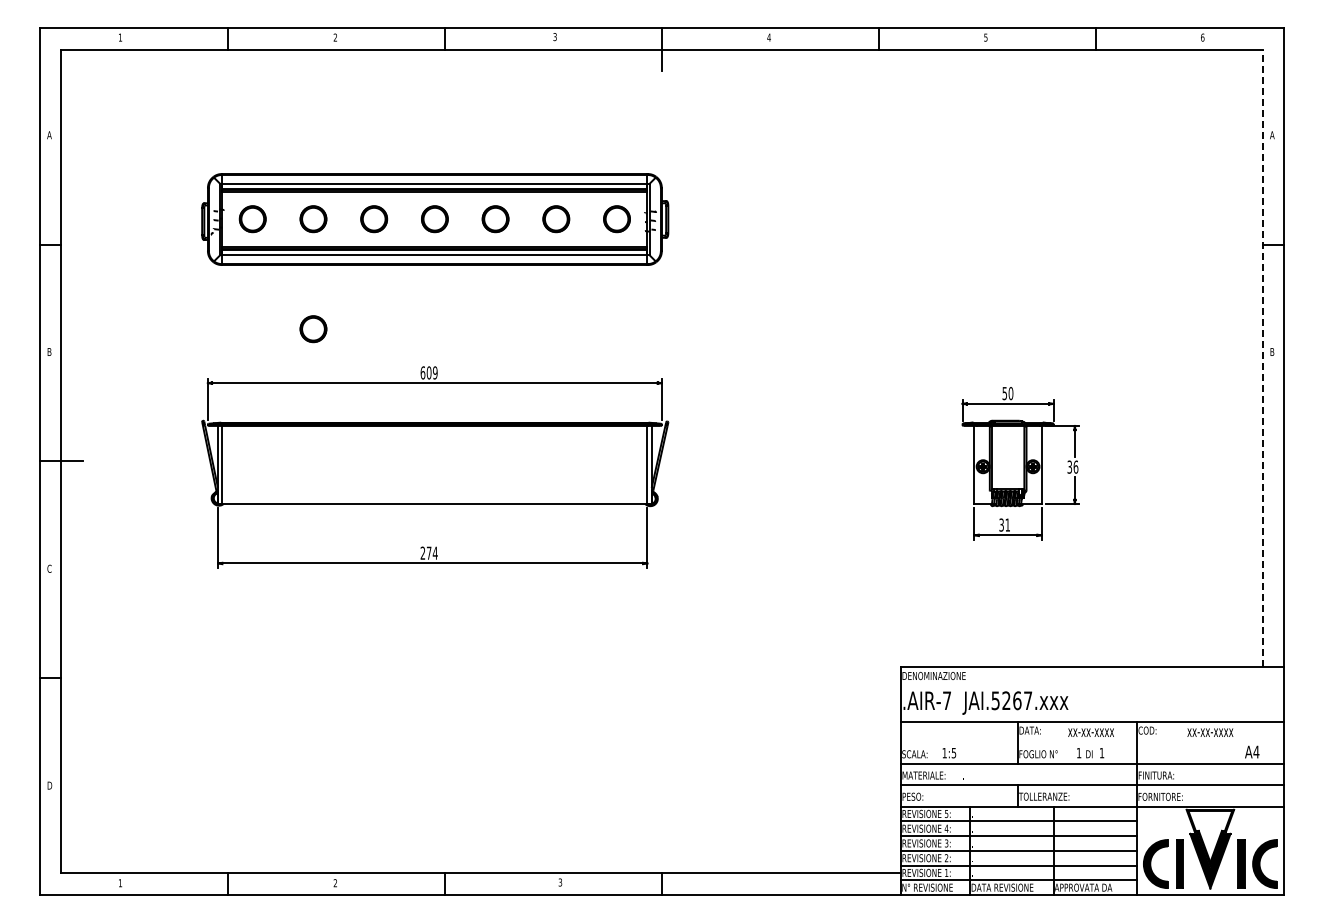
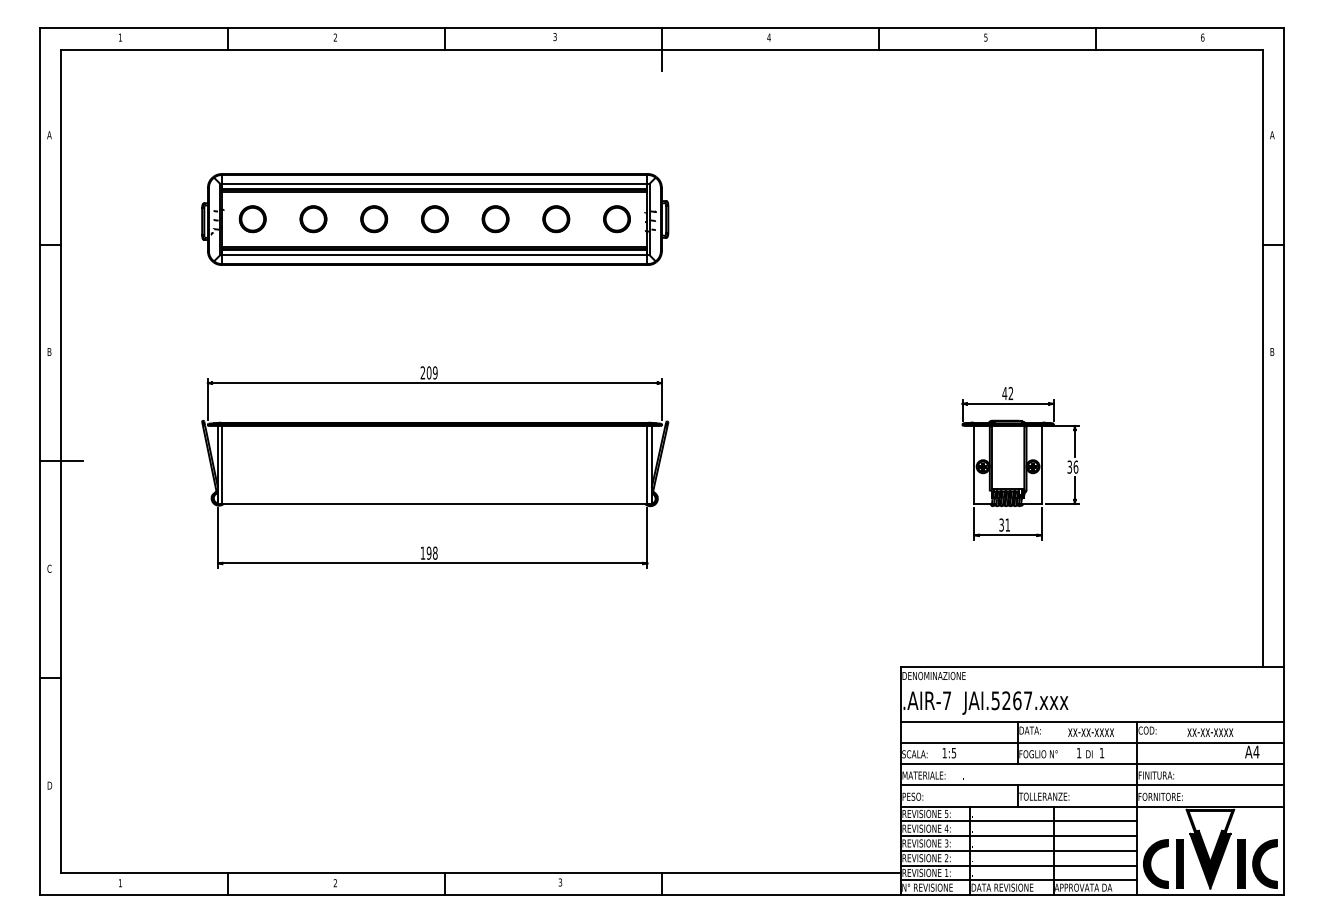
part at (313, 329): present -> none
line at (1262, 358): dashed -> solid
text at (422, 372): 609 -> 209
text at (1007, 393): 50 -> 42
text at (428, 552): 274 -> 198
line at (1092, 742): none -> present
